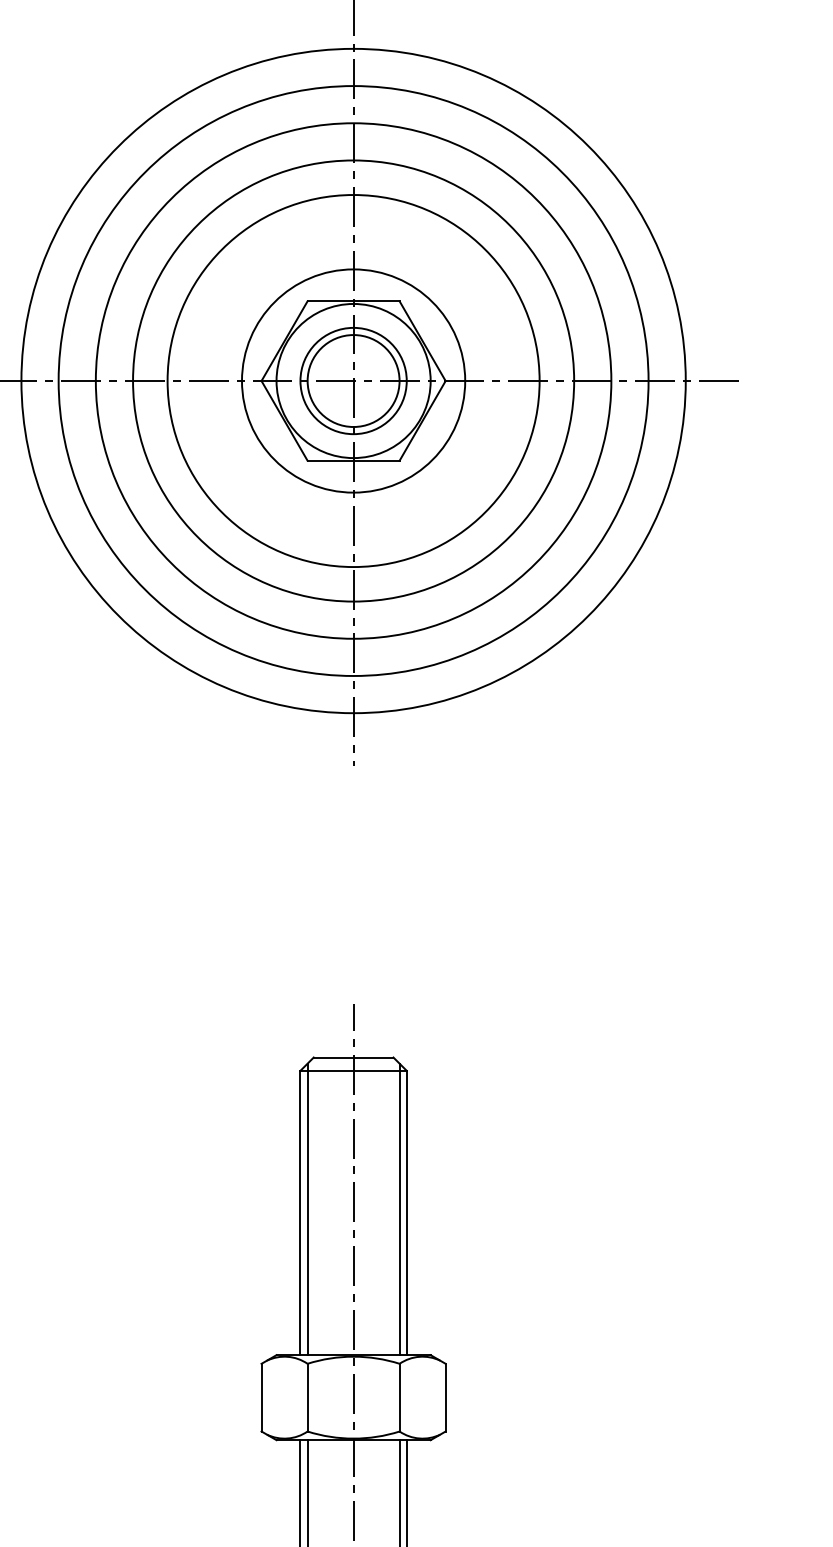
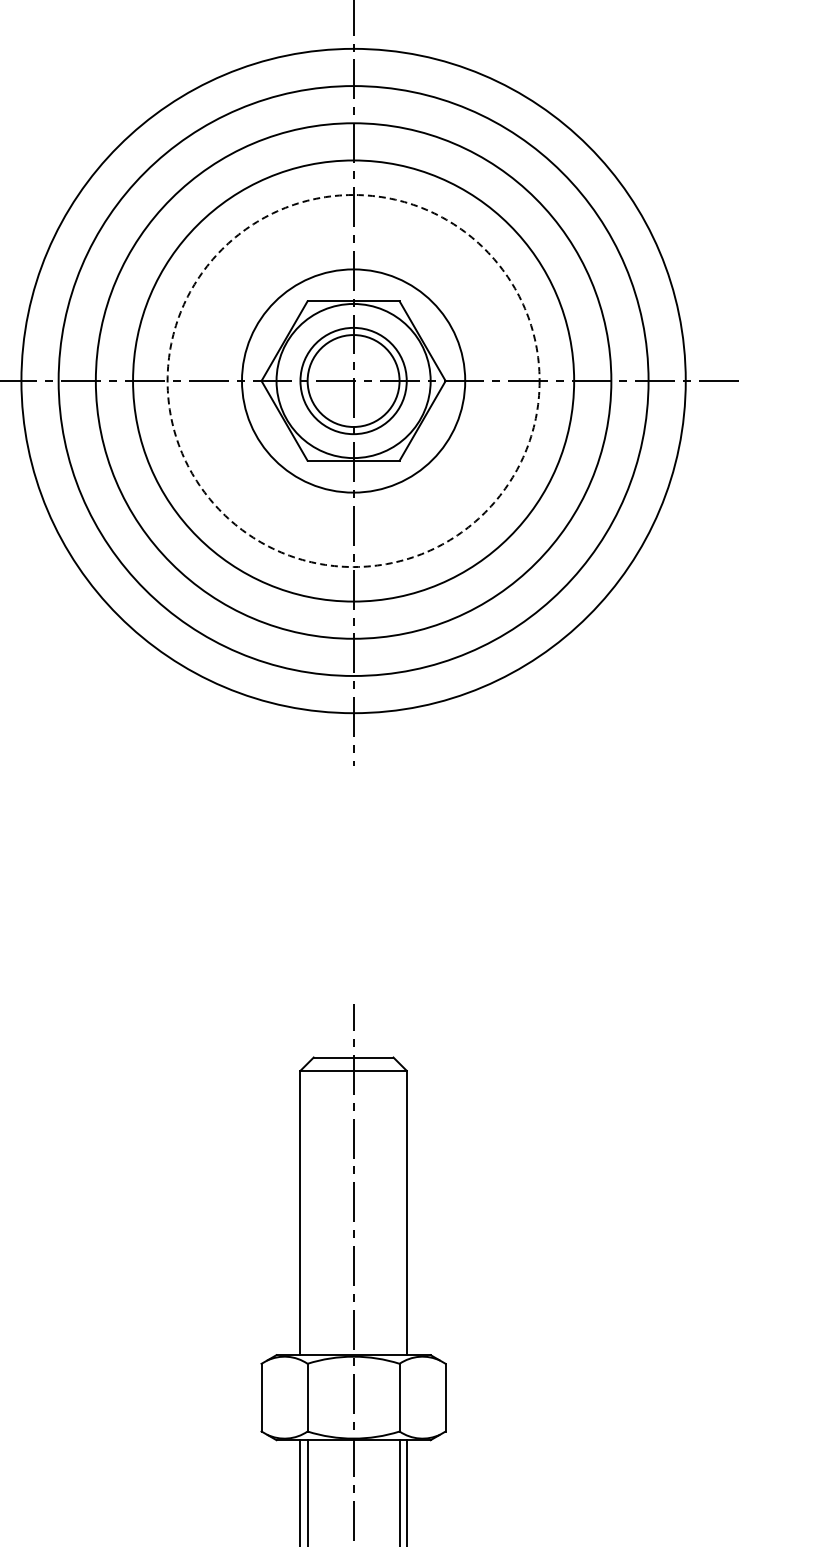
circle at (353, 381): solid -> dashed
line at (307, 1209): present -> none
line at (399, 1209): present -> none
